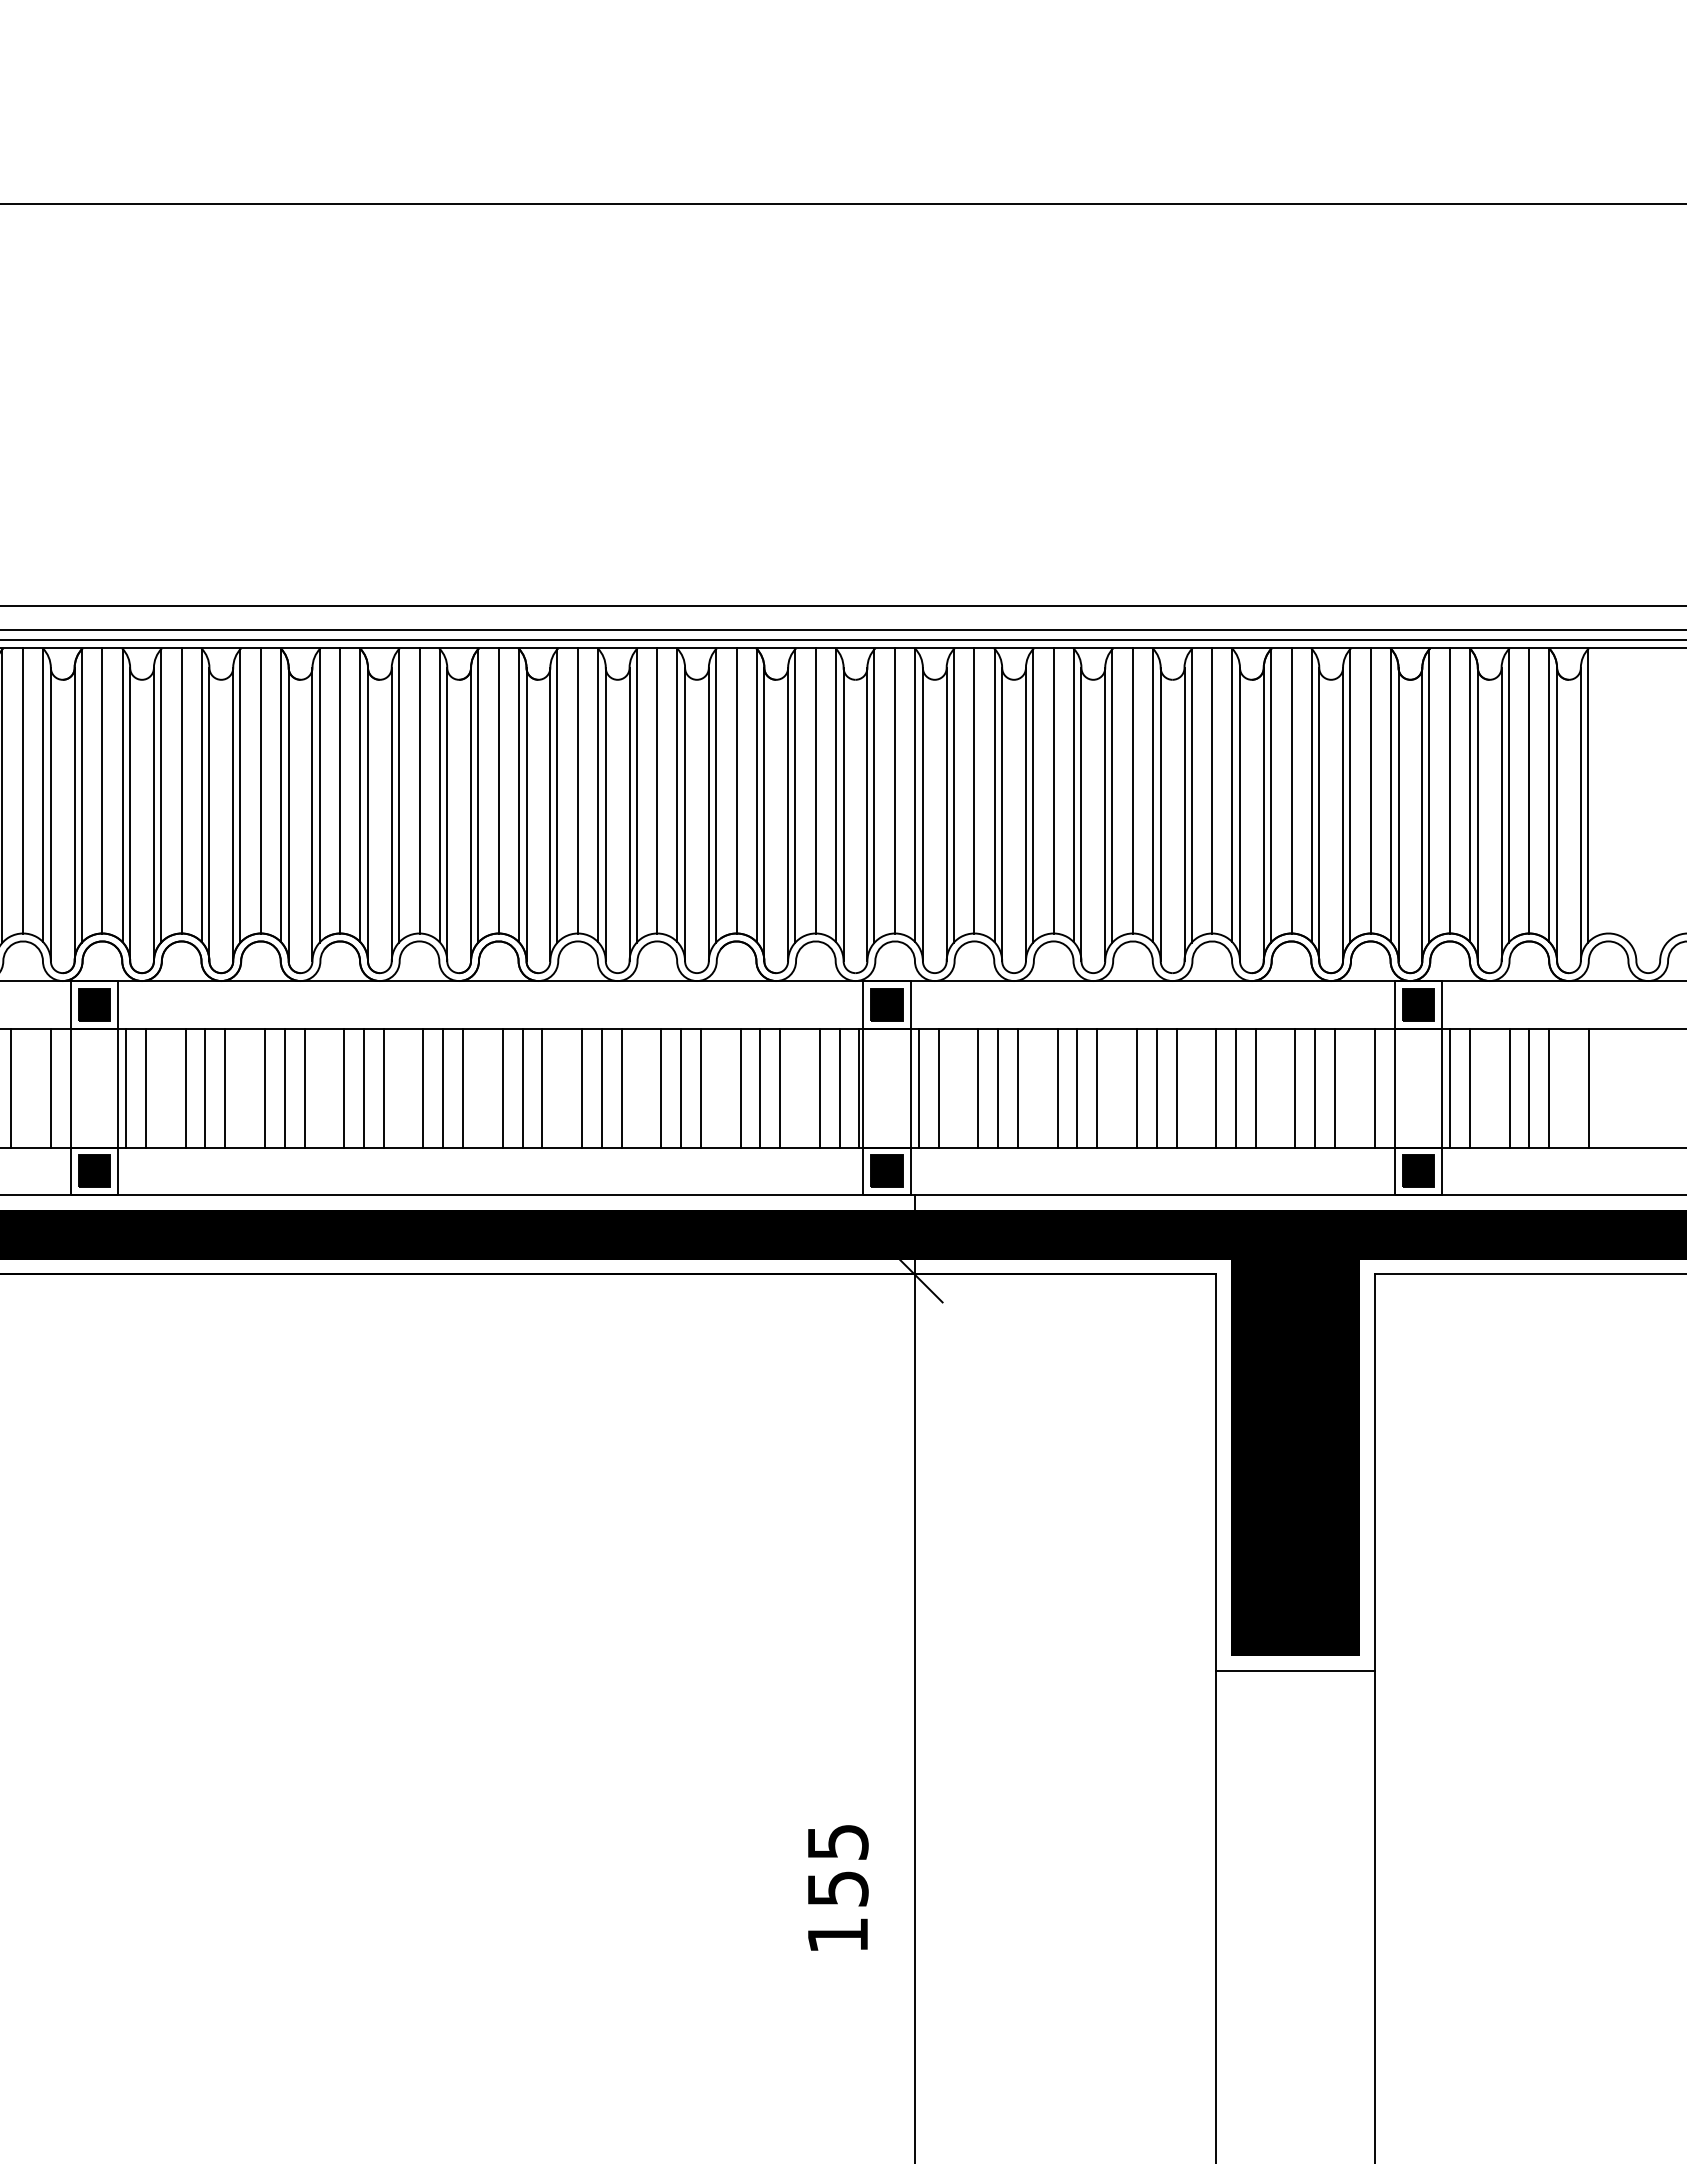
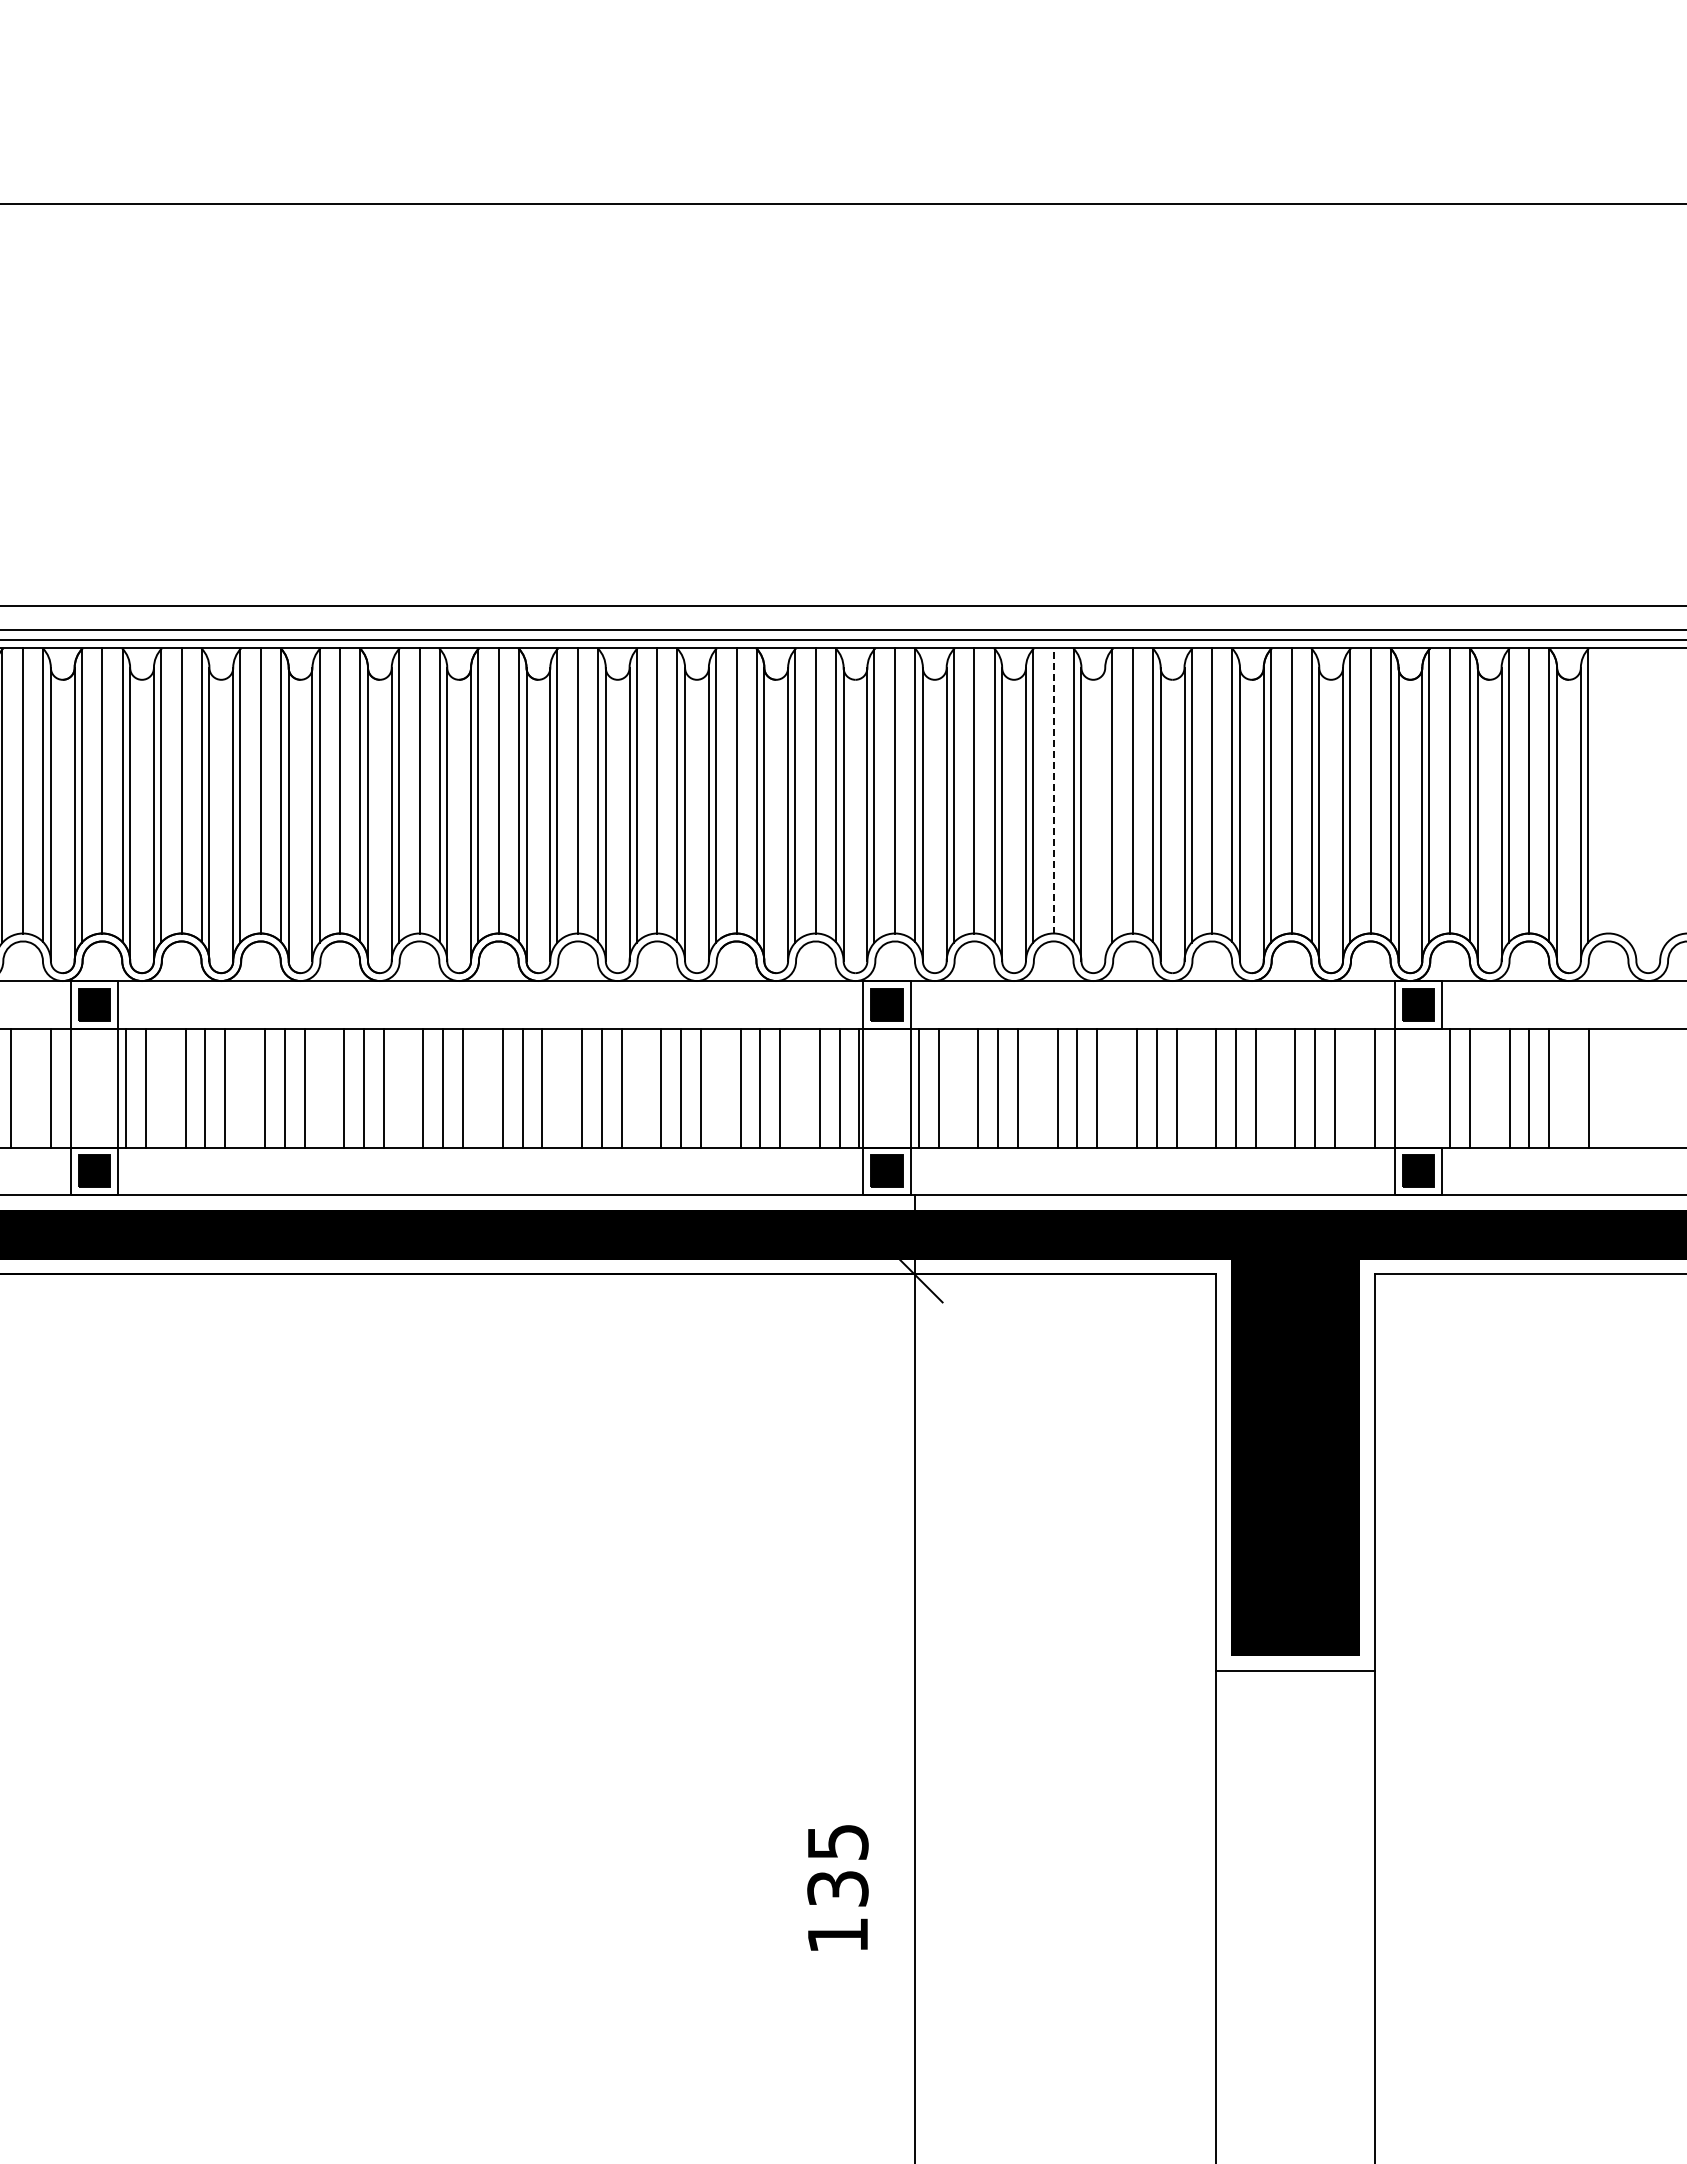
line at (1053, 790): solid -> dashed
line at (1105, 814): present -> none
line at (1442, 1087): present -> none
text at (837, 1888): 155 -> 135
